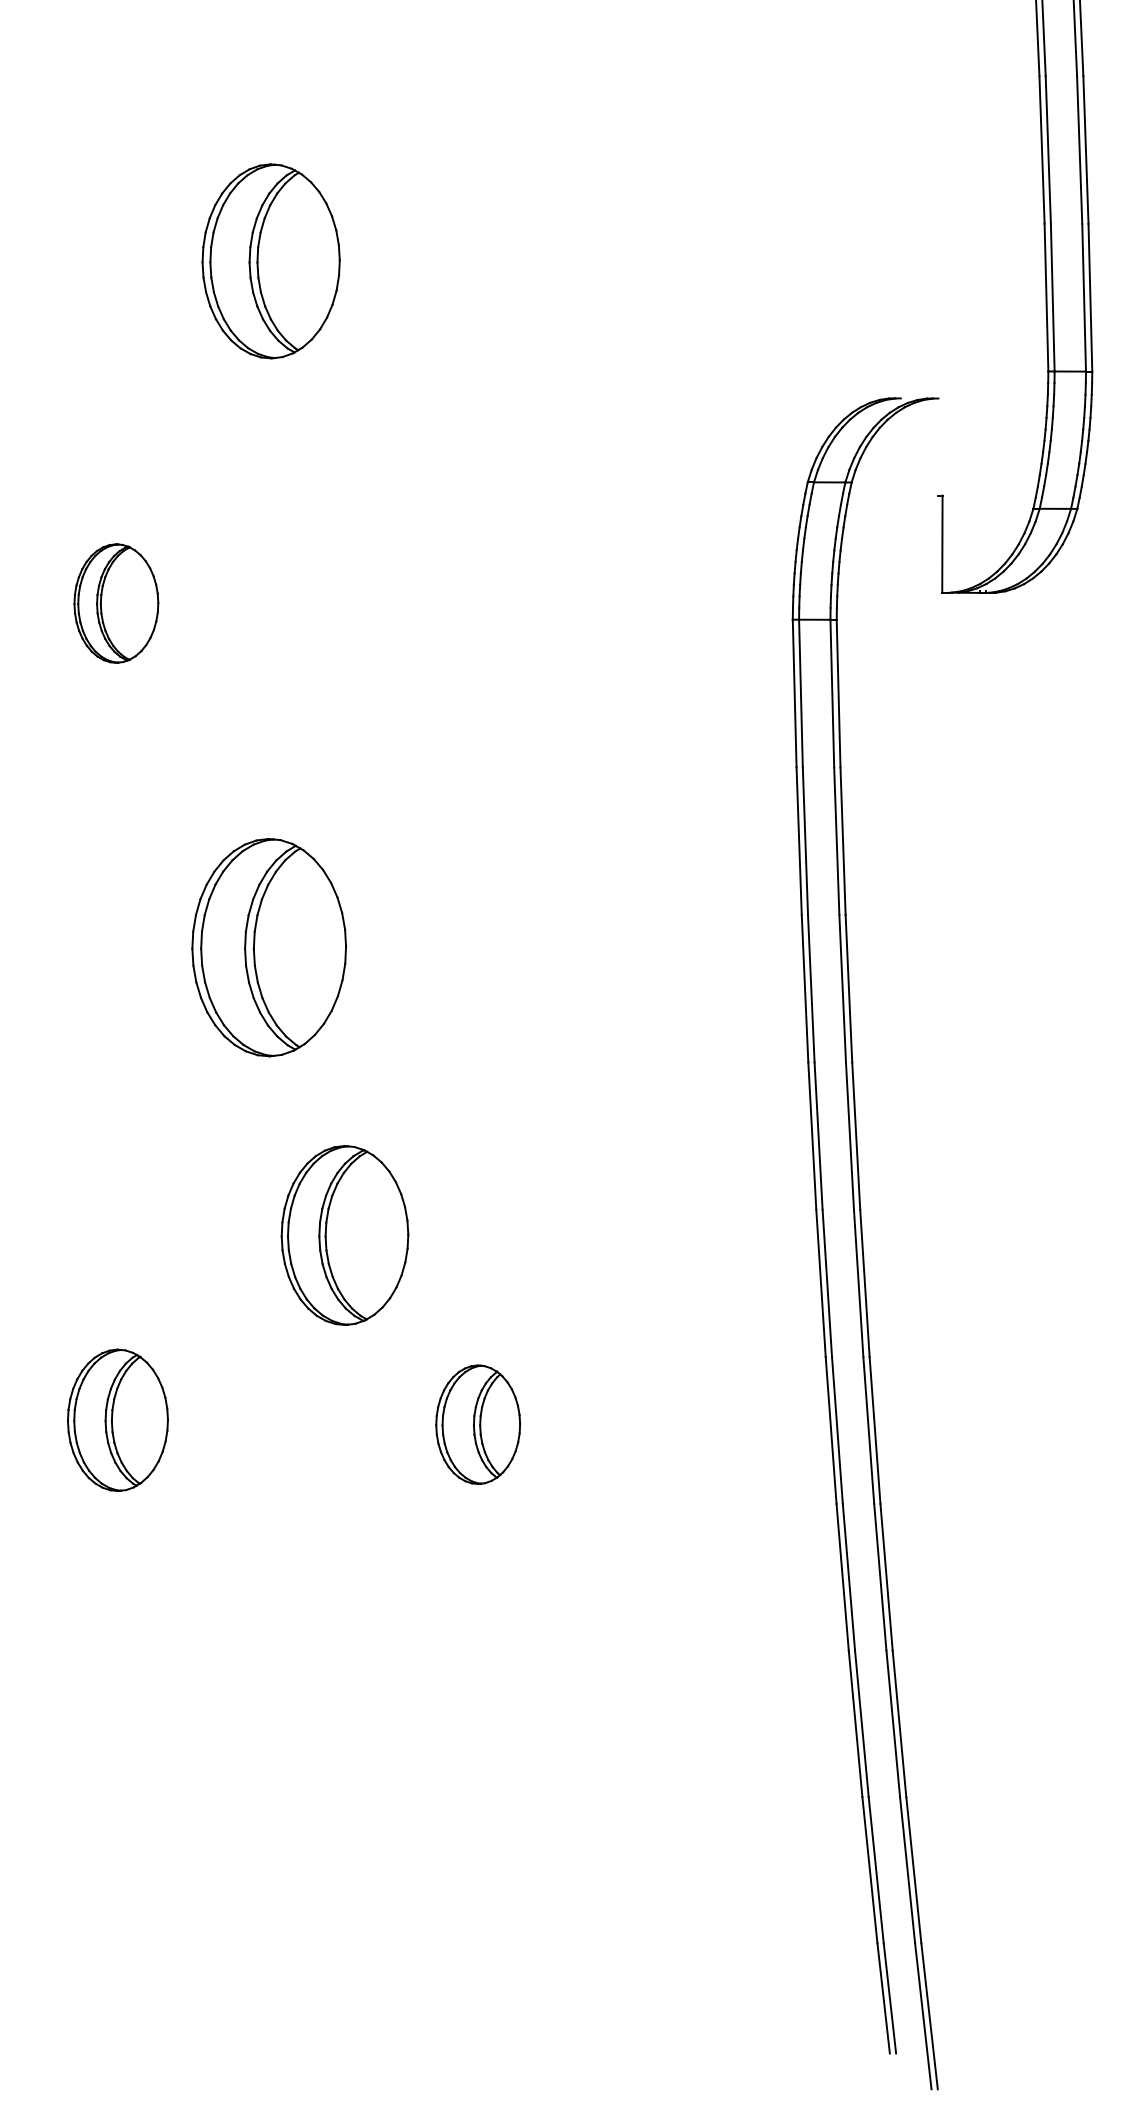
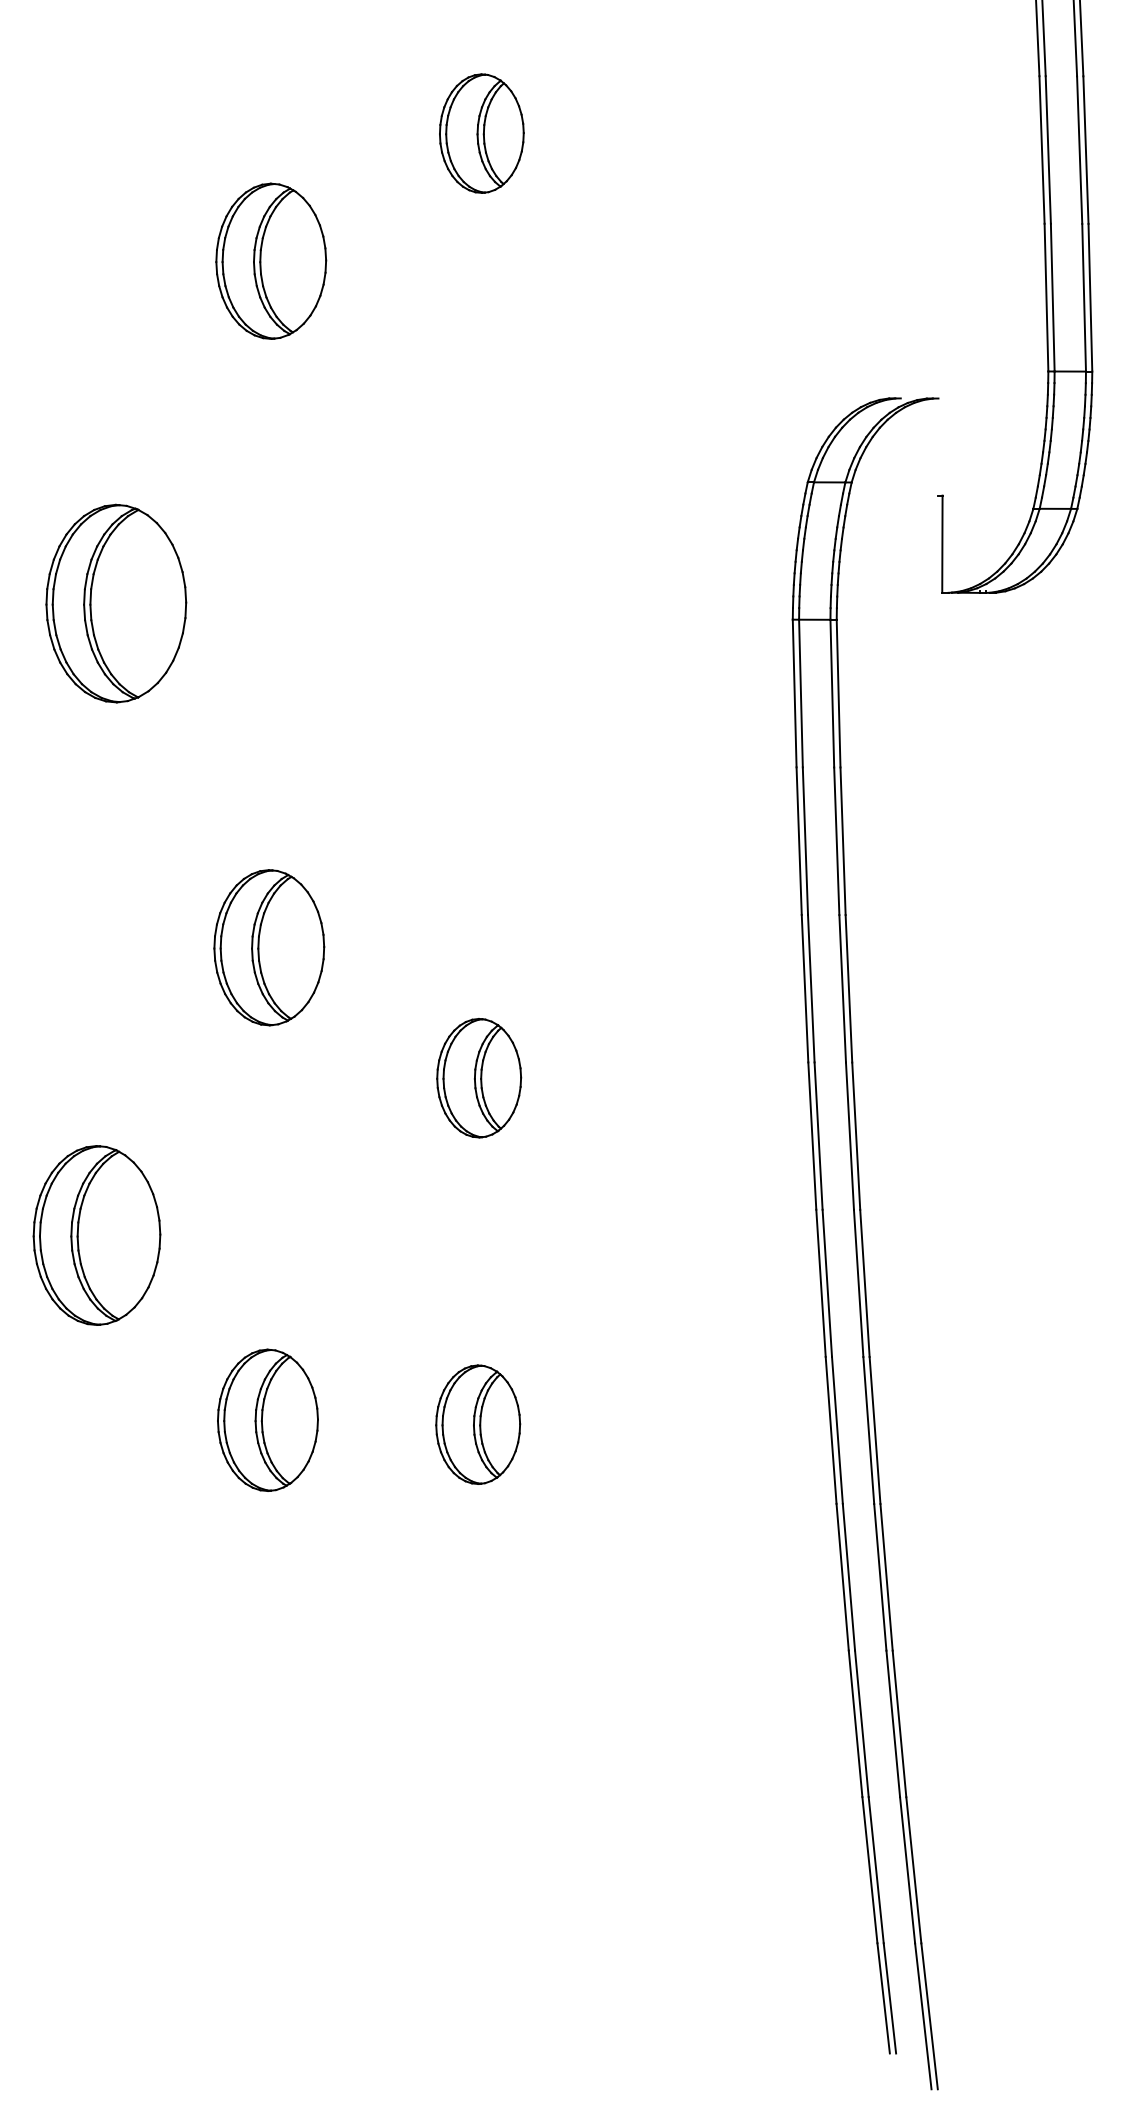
part at (481, 133): none -> present
part at (270, 261) size: 140x197 px -> 113x158 px
part at (116, 603) size: 87x121 px -> 143x201 px
part at (268, 947) size: 156x220 px -> 113x158 px
part at (479, 1078): none -> present
part at (344, 1235) position: (344, 1235) -> (96, 1235)
part at (117, 1419) position: (117, 1419) -> (267, 1419)
